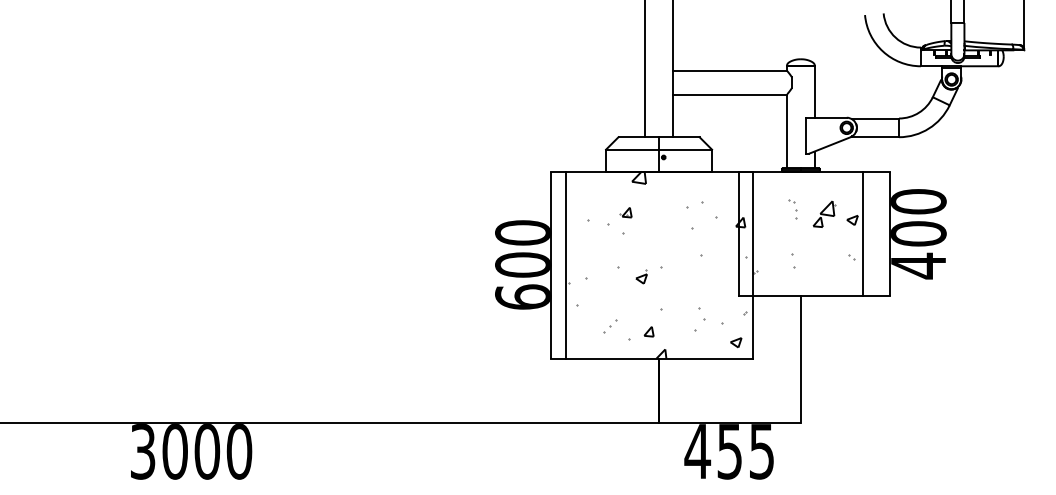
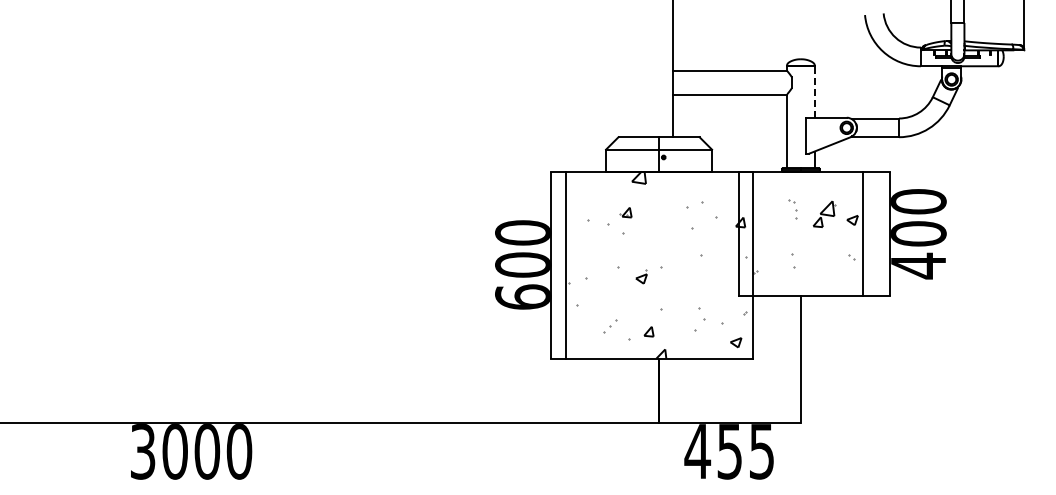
line at (645, 69): present -> none
line at (814, 91): solid -> dashed
